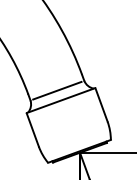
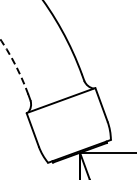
arc at (16, 66): solid -> dashed
line at (57, 90): present -> none
